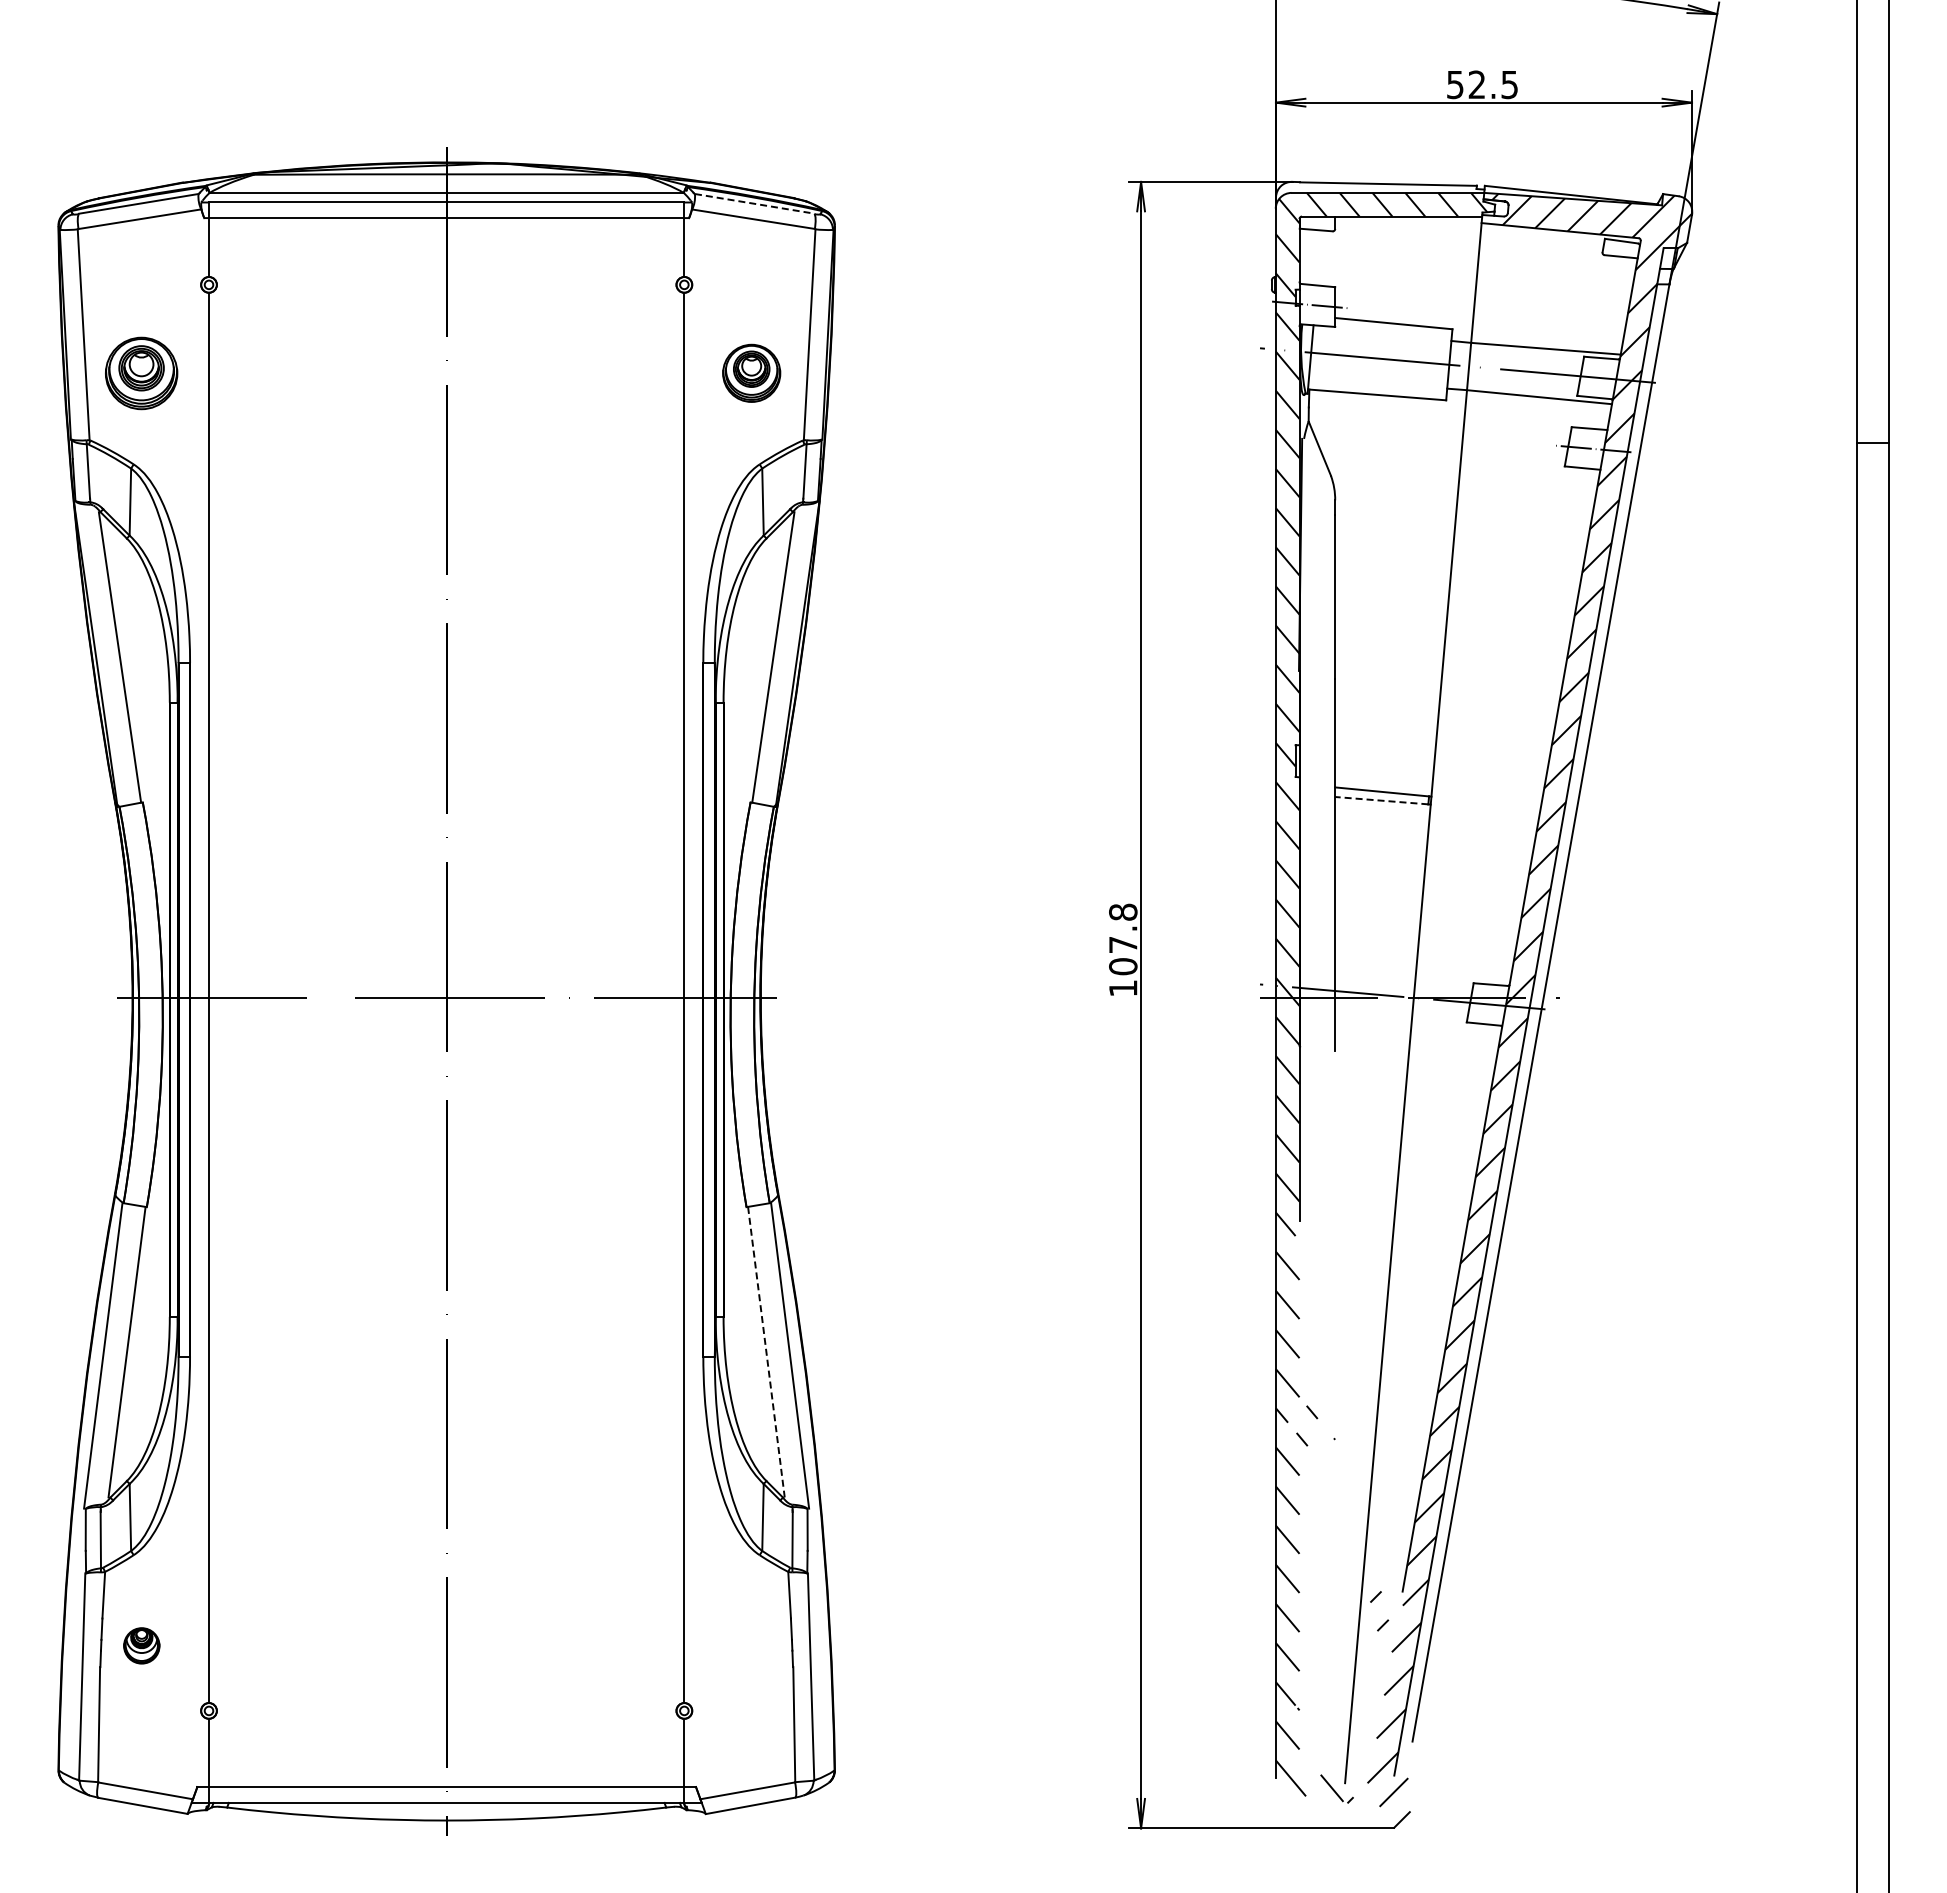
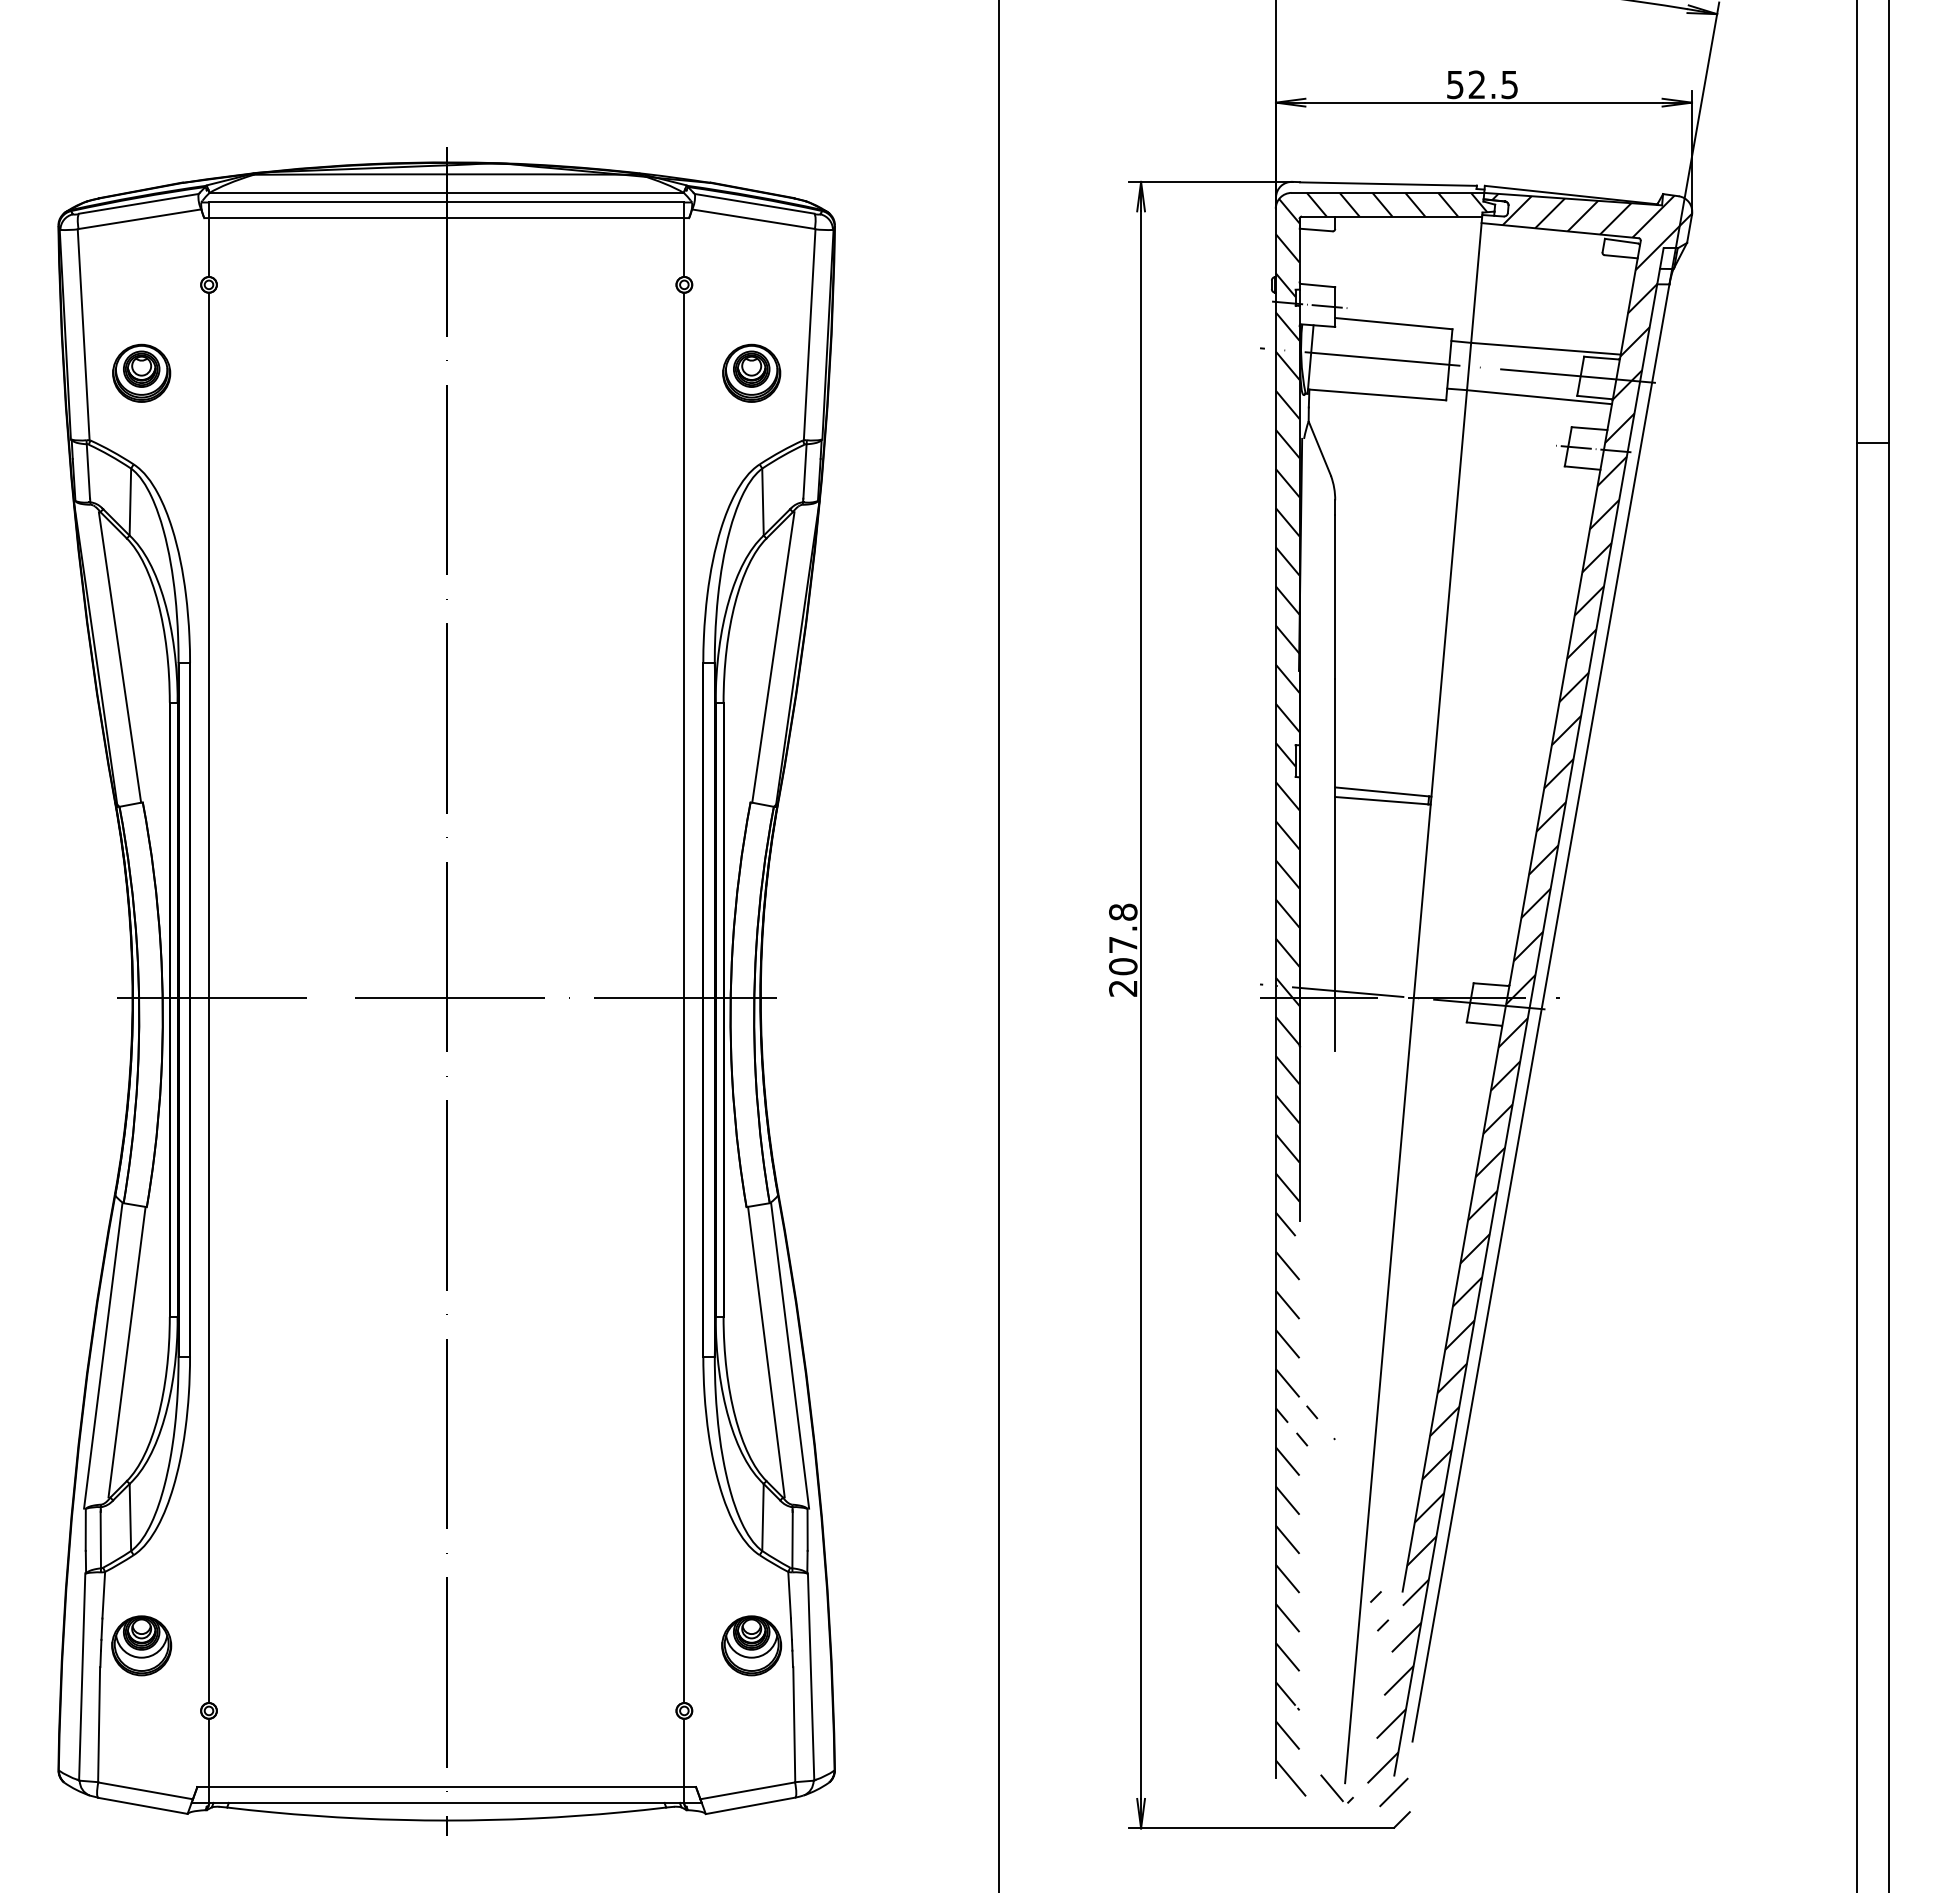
line at (754, 203): dashed -> solid
part at (141, 373) size: 74x75 px -> 60x60 px
line at (1381, 800): dashed -> solid
line at (998, 945): none -> present
text at (1123, 988): 107.8 -> 207.8
line at (766, 1352): dashed -> solid
part at (141, 1645) size: 38x38 px -> 62x62 px
part at (751, 1645): none -> present
